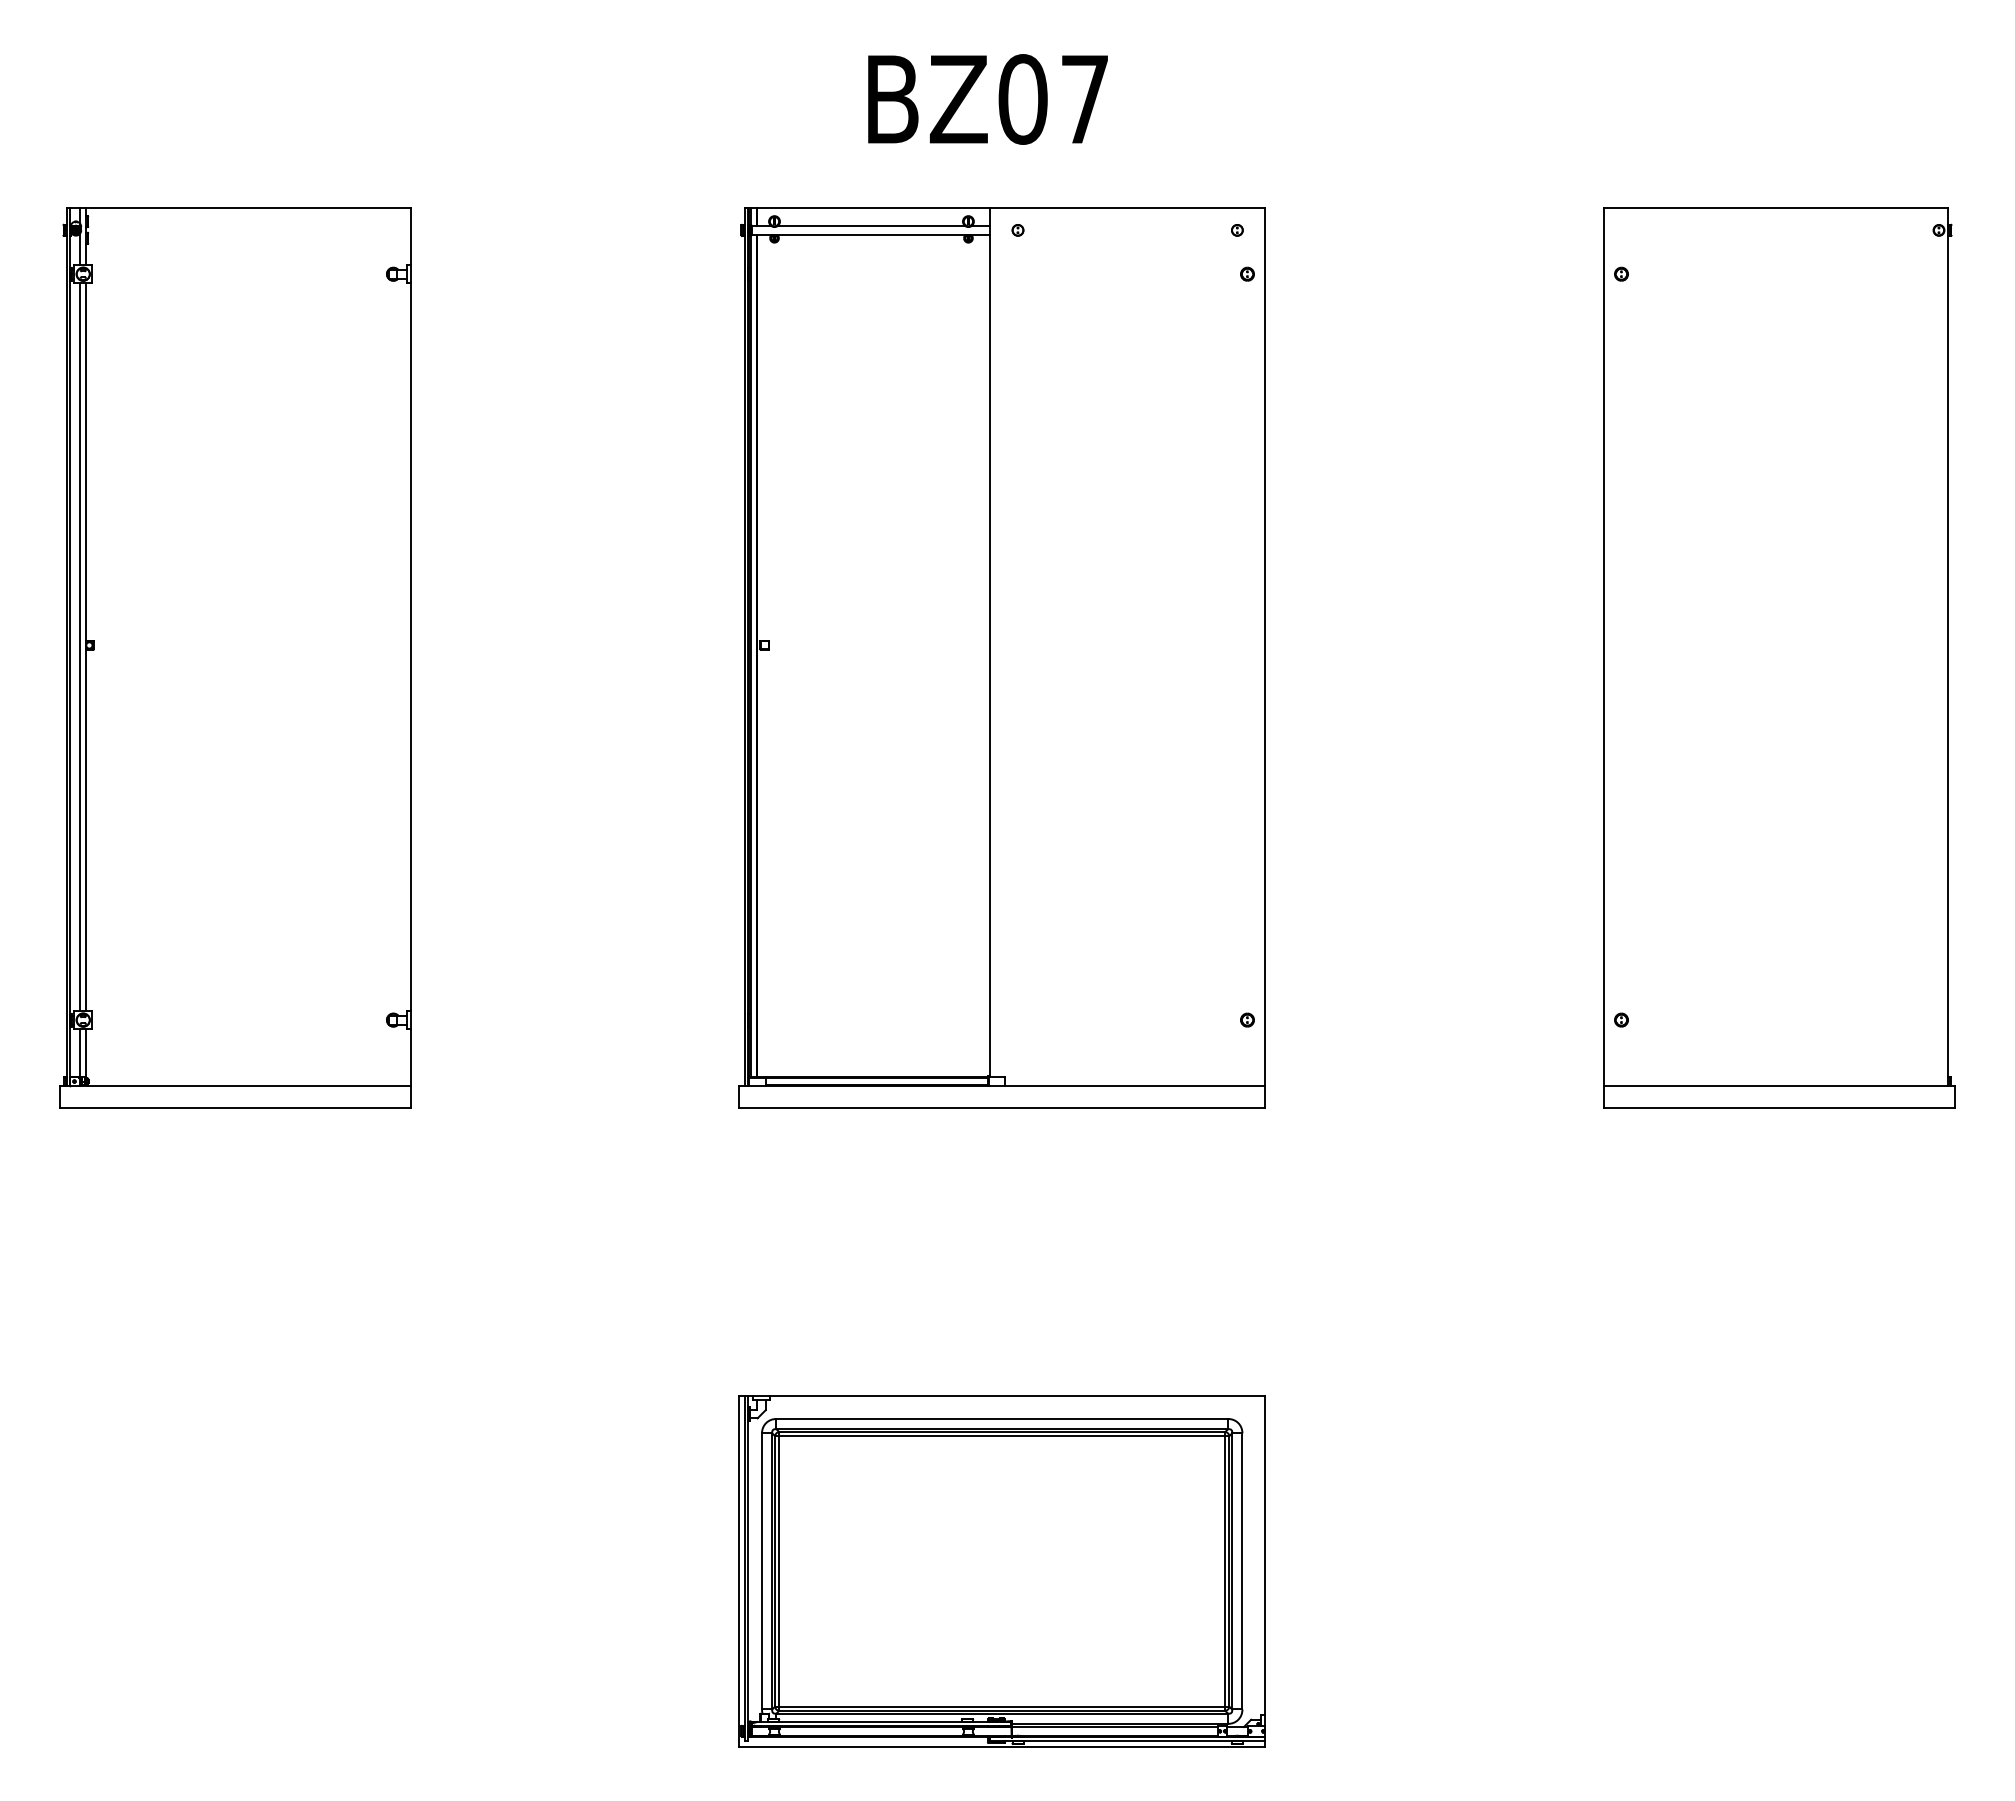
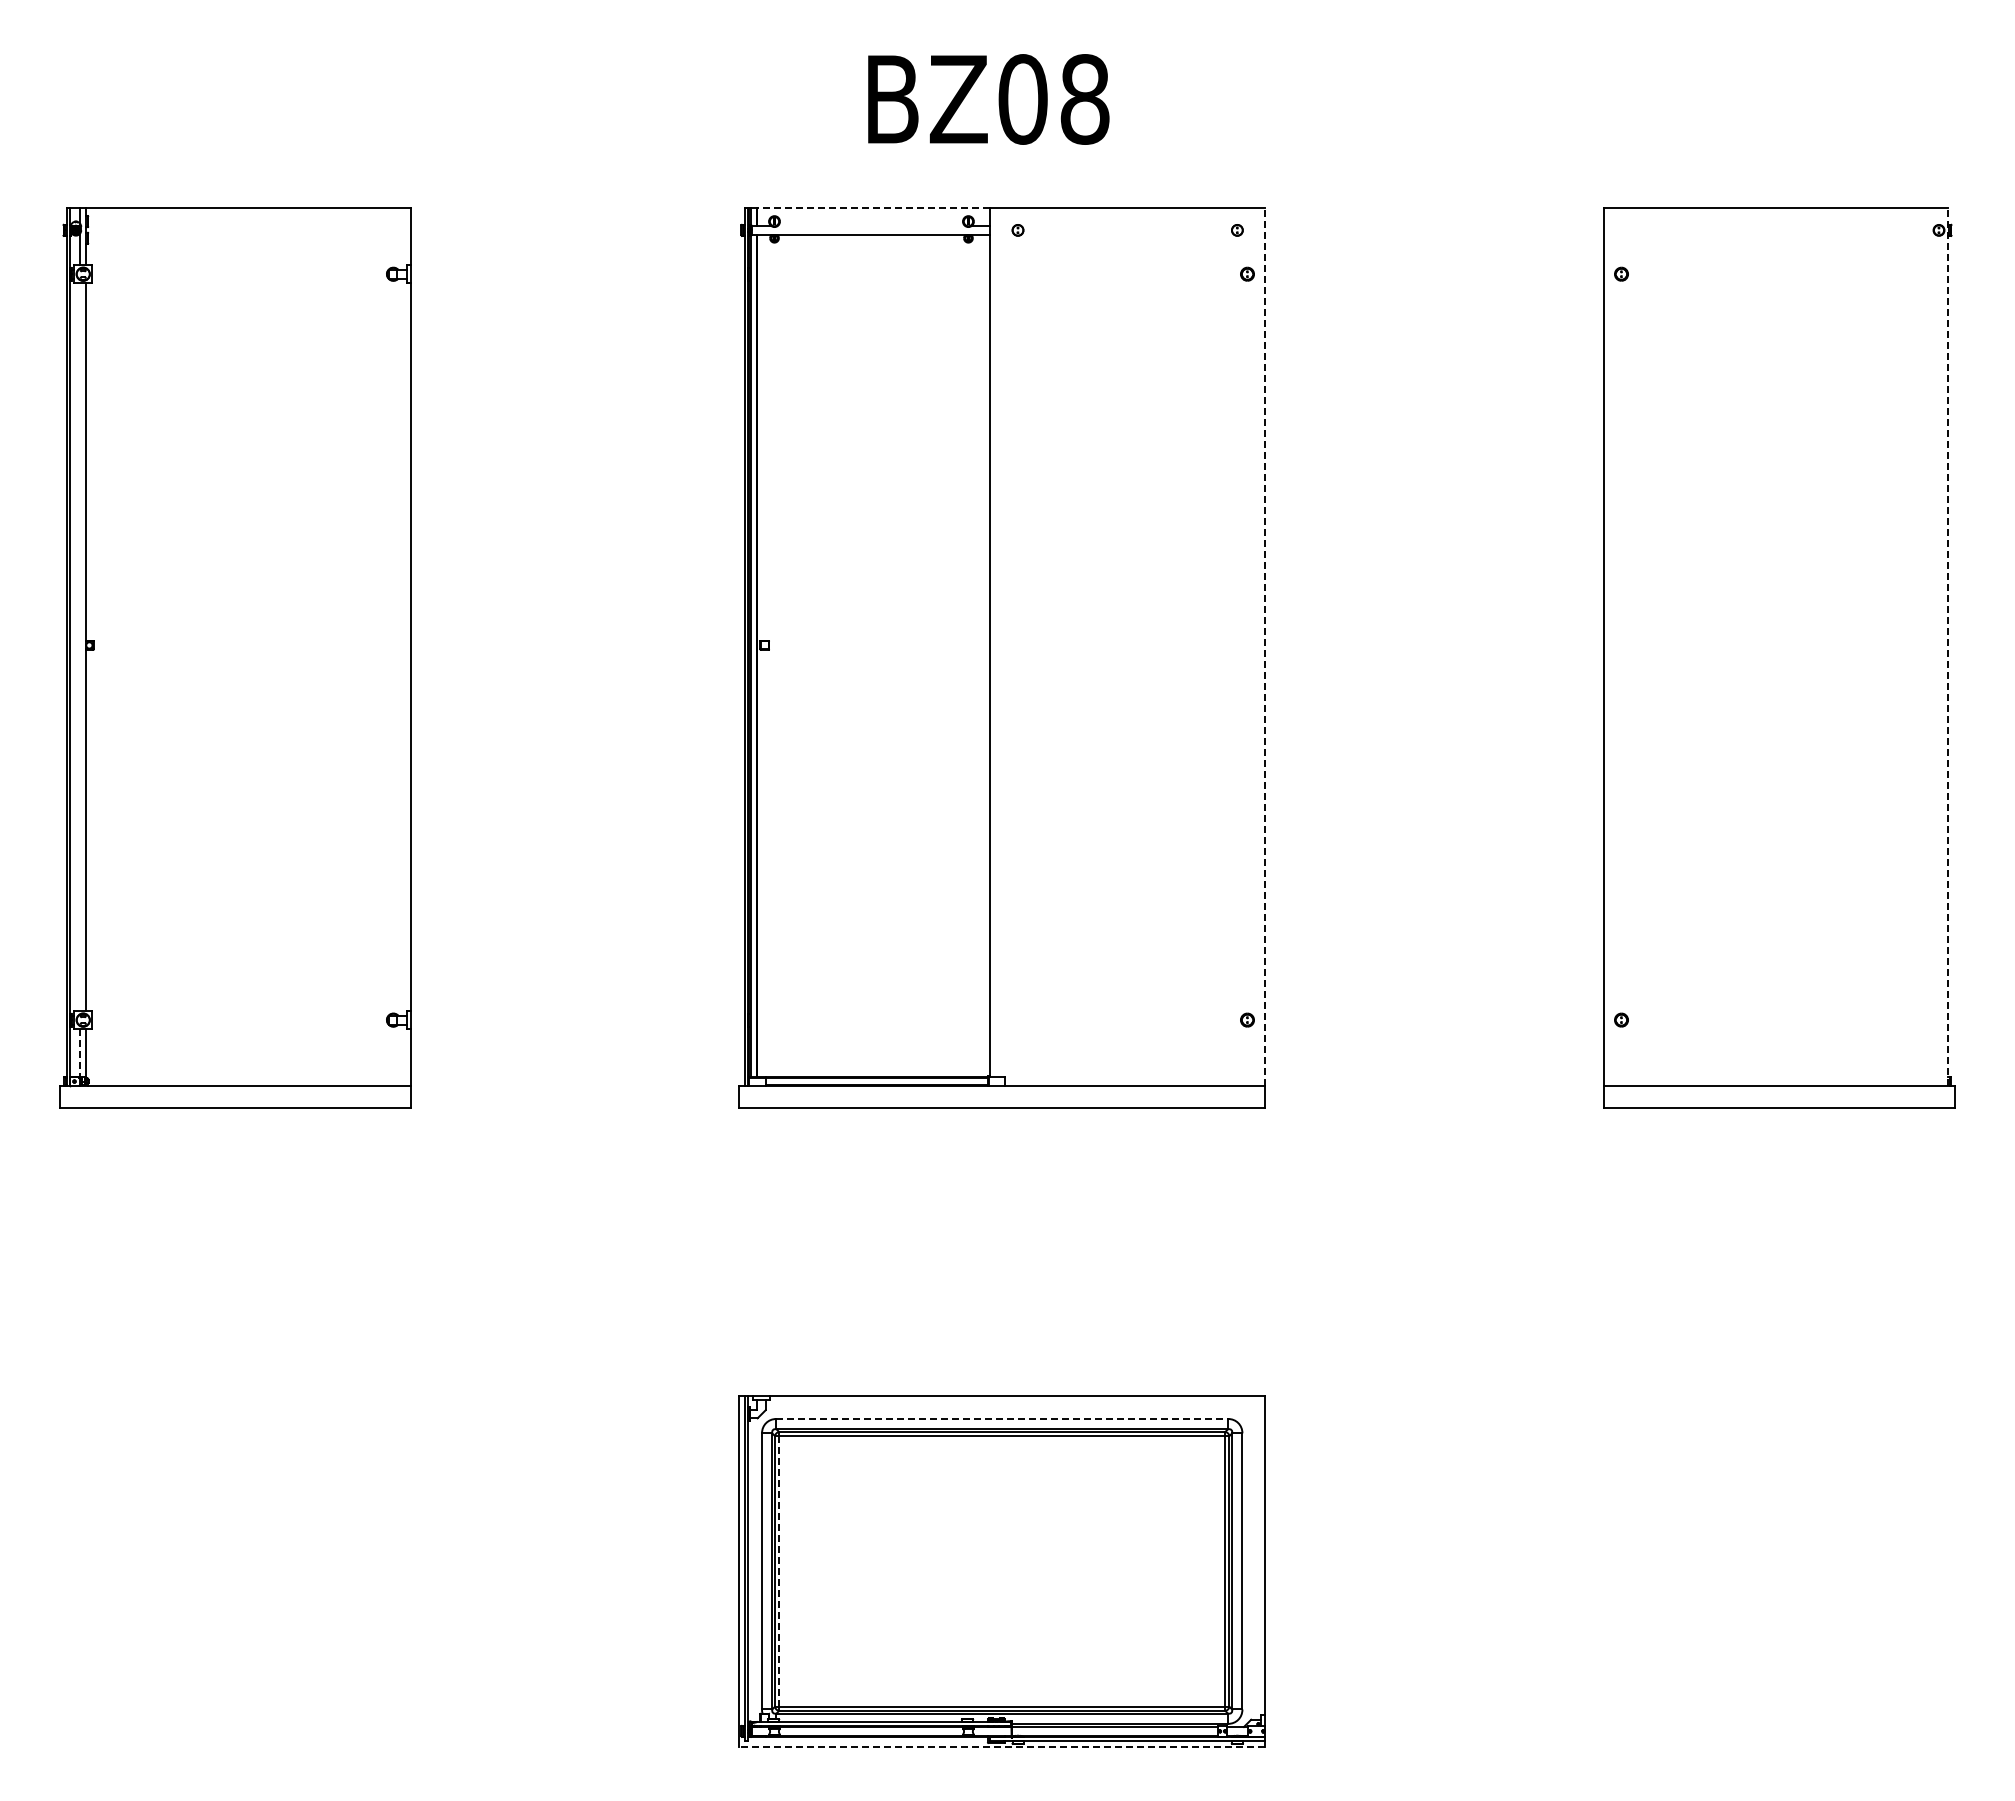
text at (1084, 99): BZ07 -> BZ08
line at (872, 208): solid -> dashed
line at (871, 226): present -> none
line at (80, 647): present -> none
line at (1265, 647): solid -> dashed
line at (1948, 647): solid -> dashed
line at (80, 1052): solid -> dashed
line at (1002, 1418): solid -> dashed
line at (779, 1571): solid -> dashed
line at (1001, 1746): solid -> dashed
